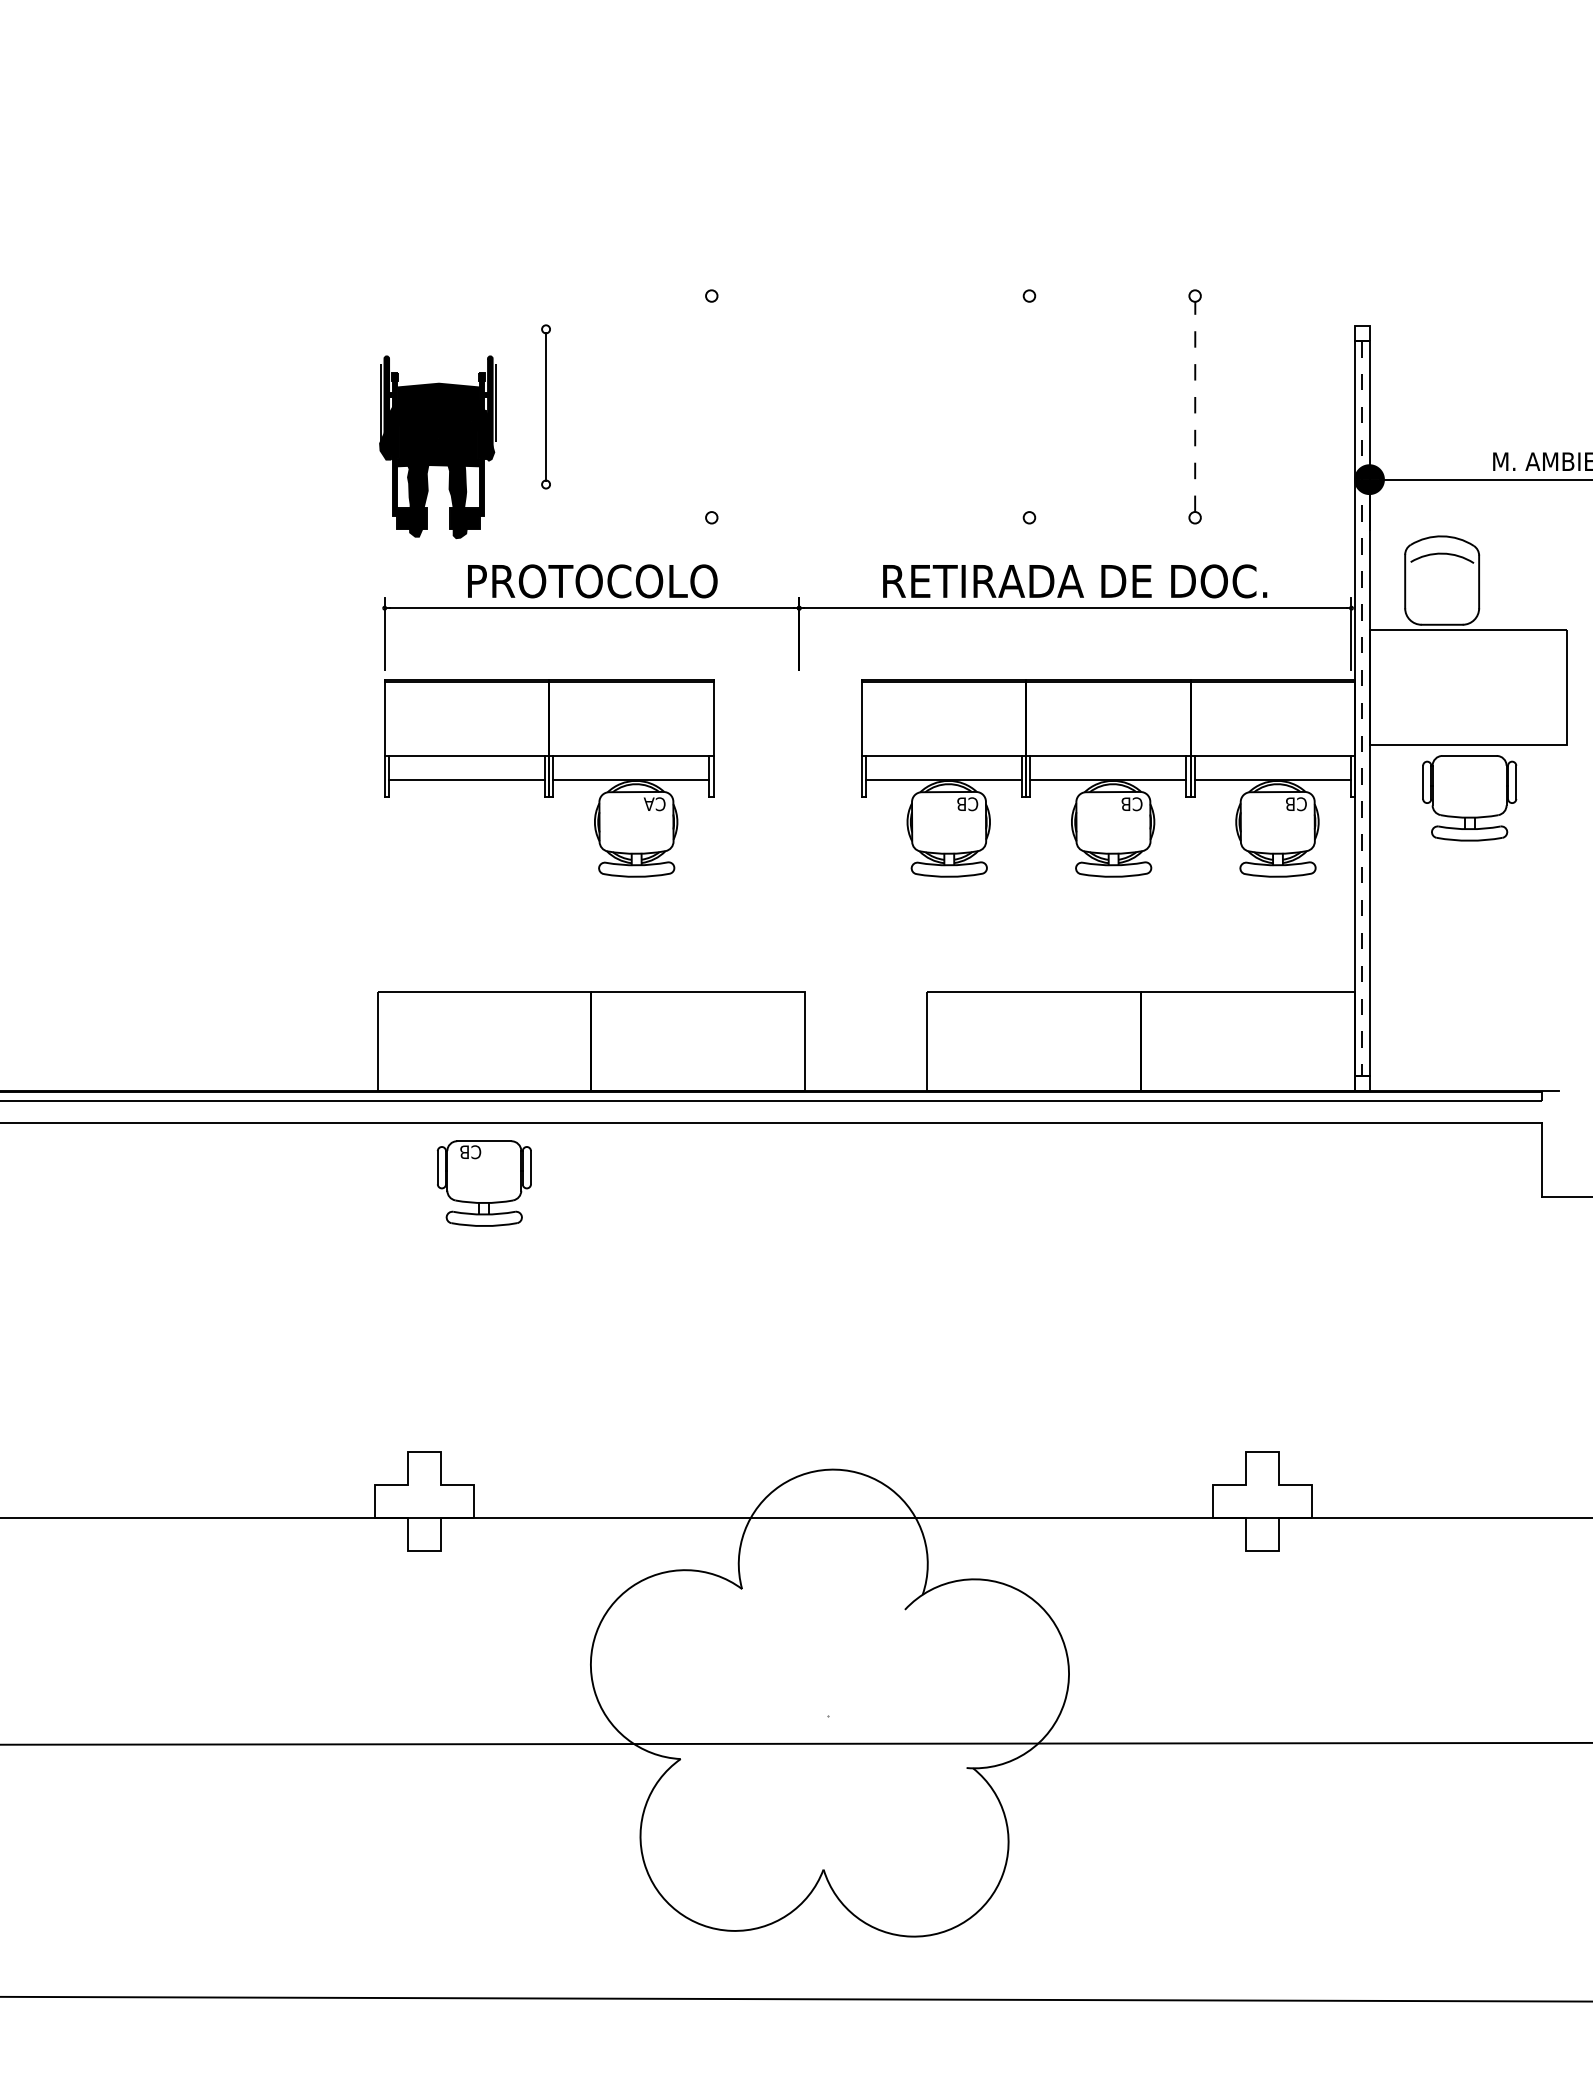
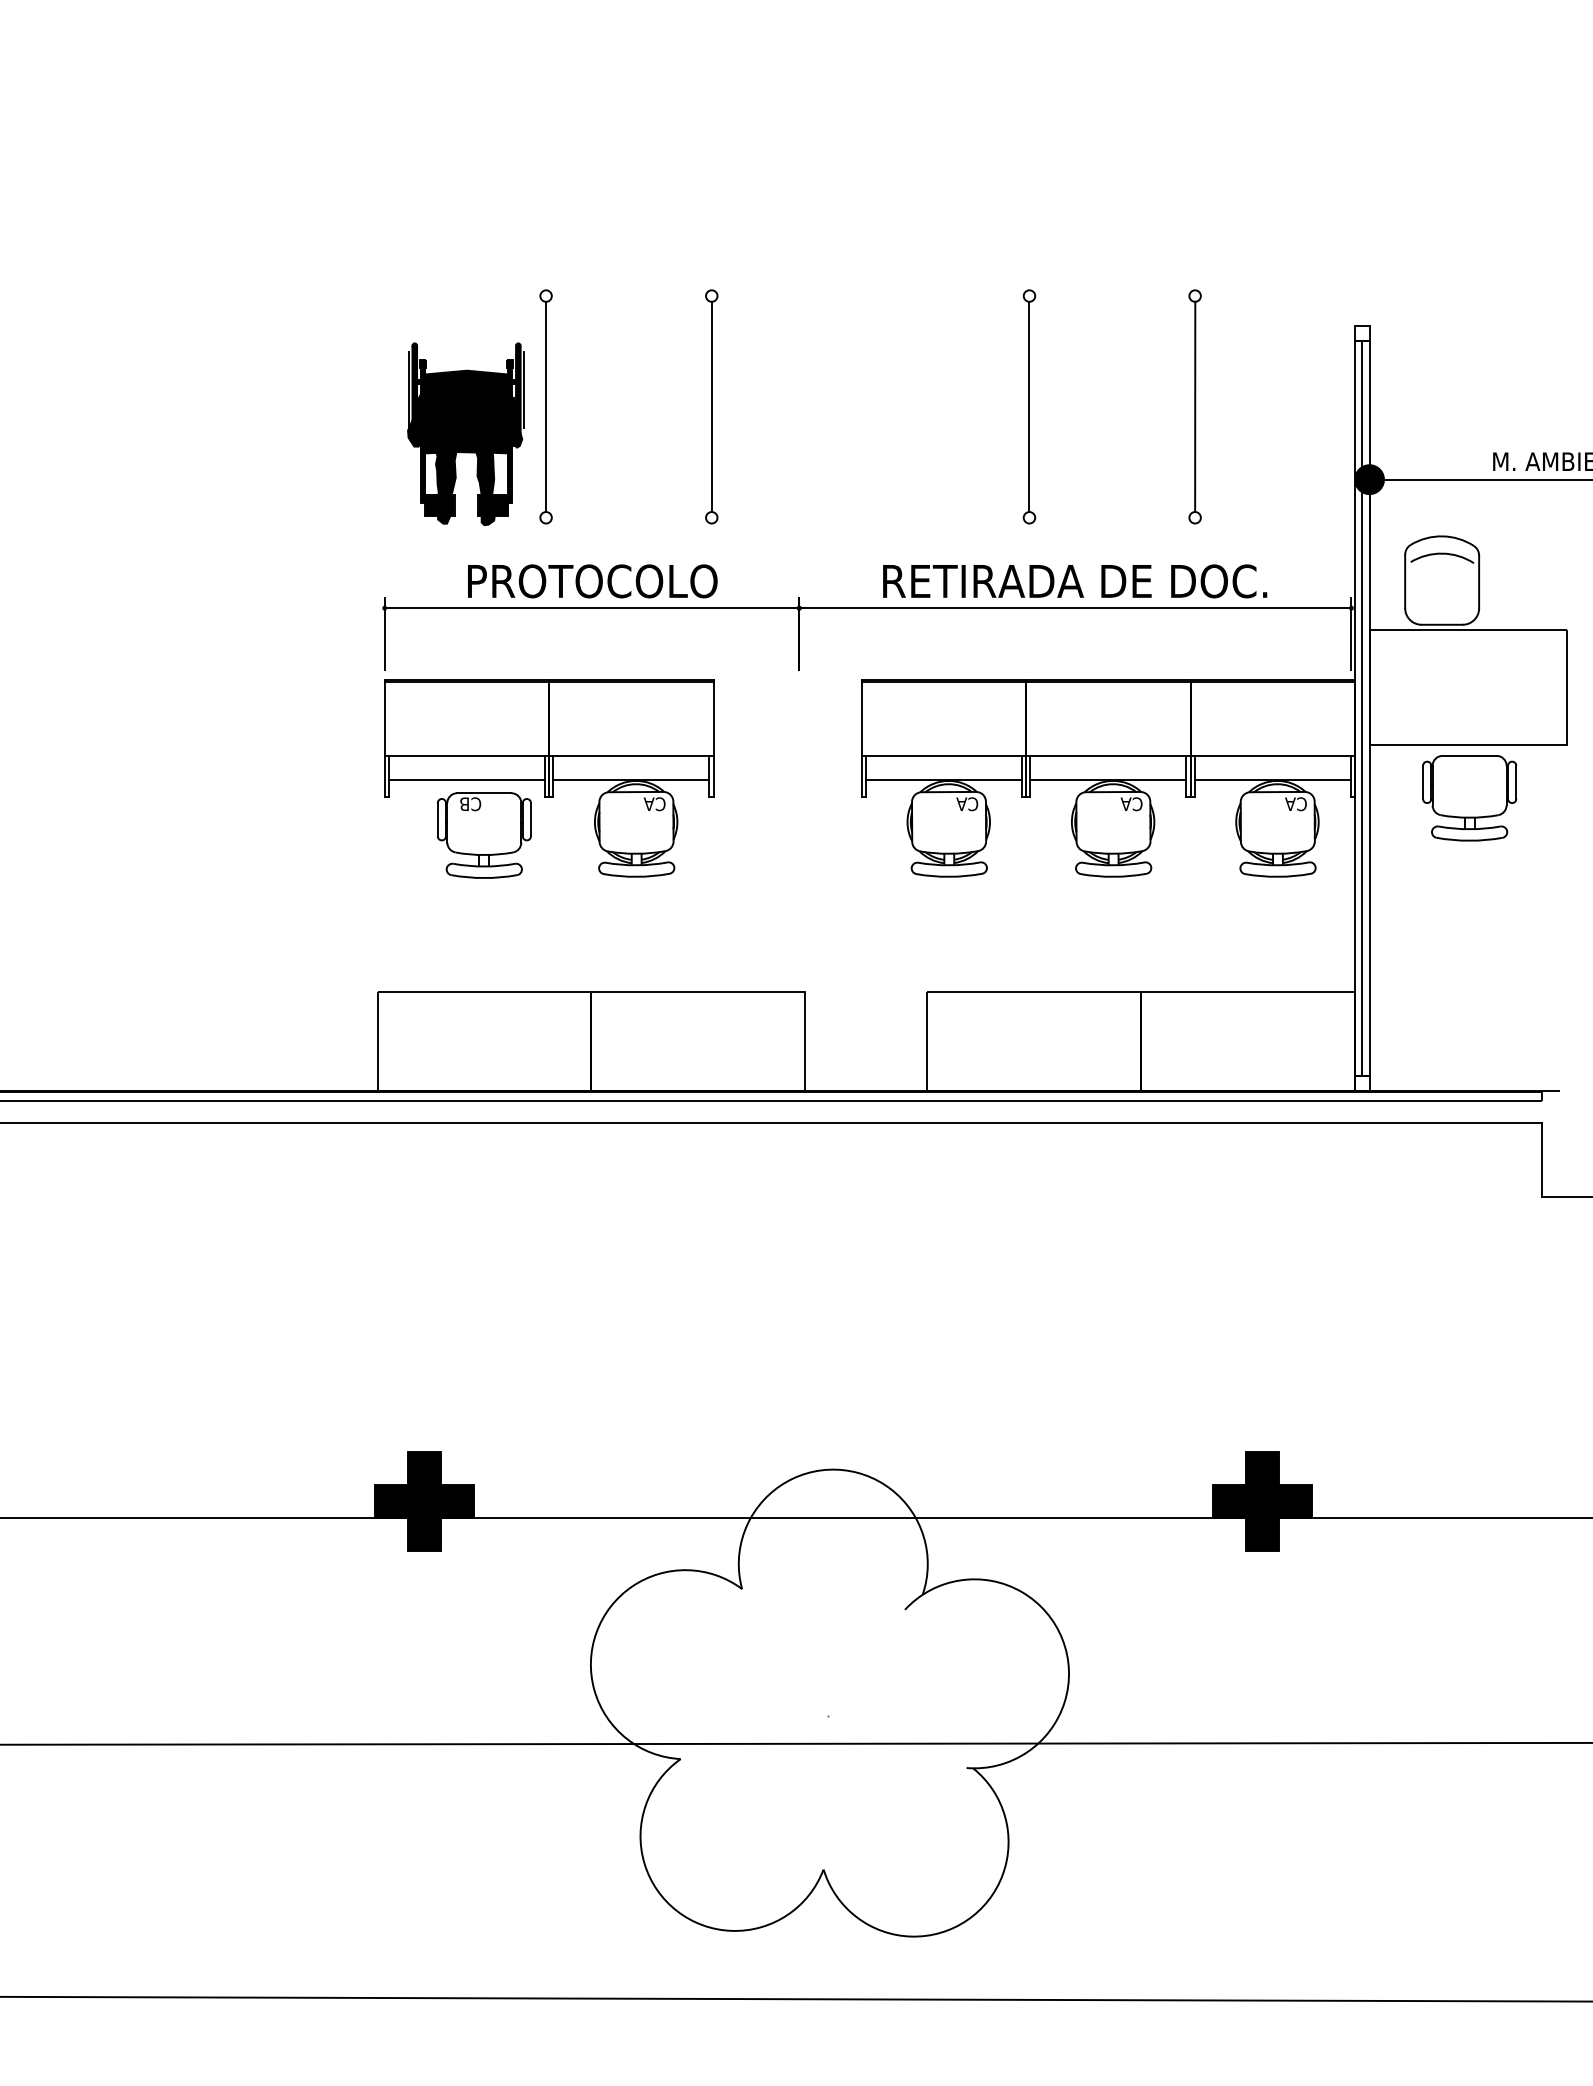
part at (545, 406) size: 10x166 px -> 14x236 px
line at (711, 406): none -> present
line at (1029, 406): none -> present
line at (1195, 406): dashed -> solid
part at (437, 447) position: (437, 447) -> (465, 434)
line at (1362, 708): dashed -> solid
text at (961, 803): CB -> CA
text at (1125, 803): CB -> CA
text at (1290, 803): CB -> CA
part at (484, 1183) position: (484, 1183) -> (484, 835)
fill at (424, 1501): none -> present
fill at (1262, 1501): none -> present
